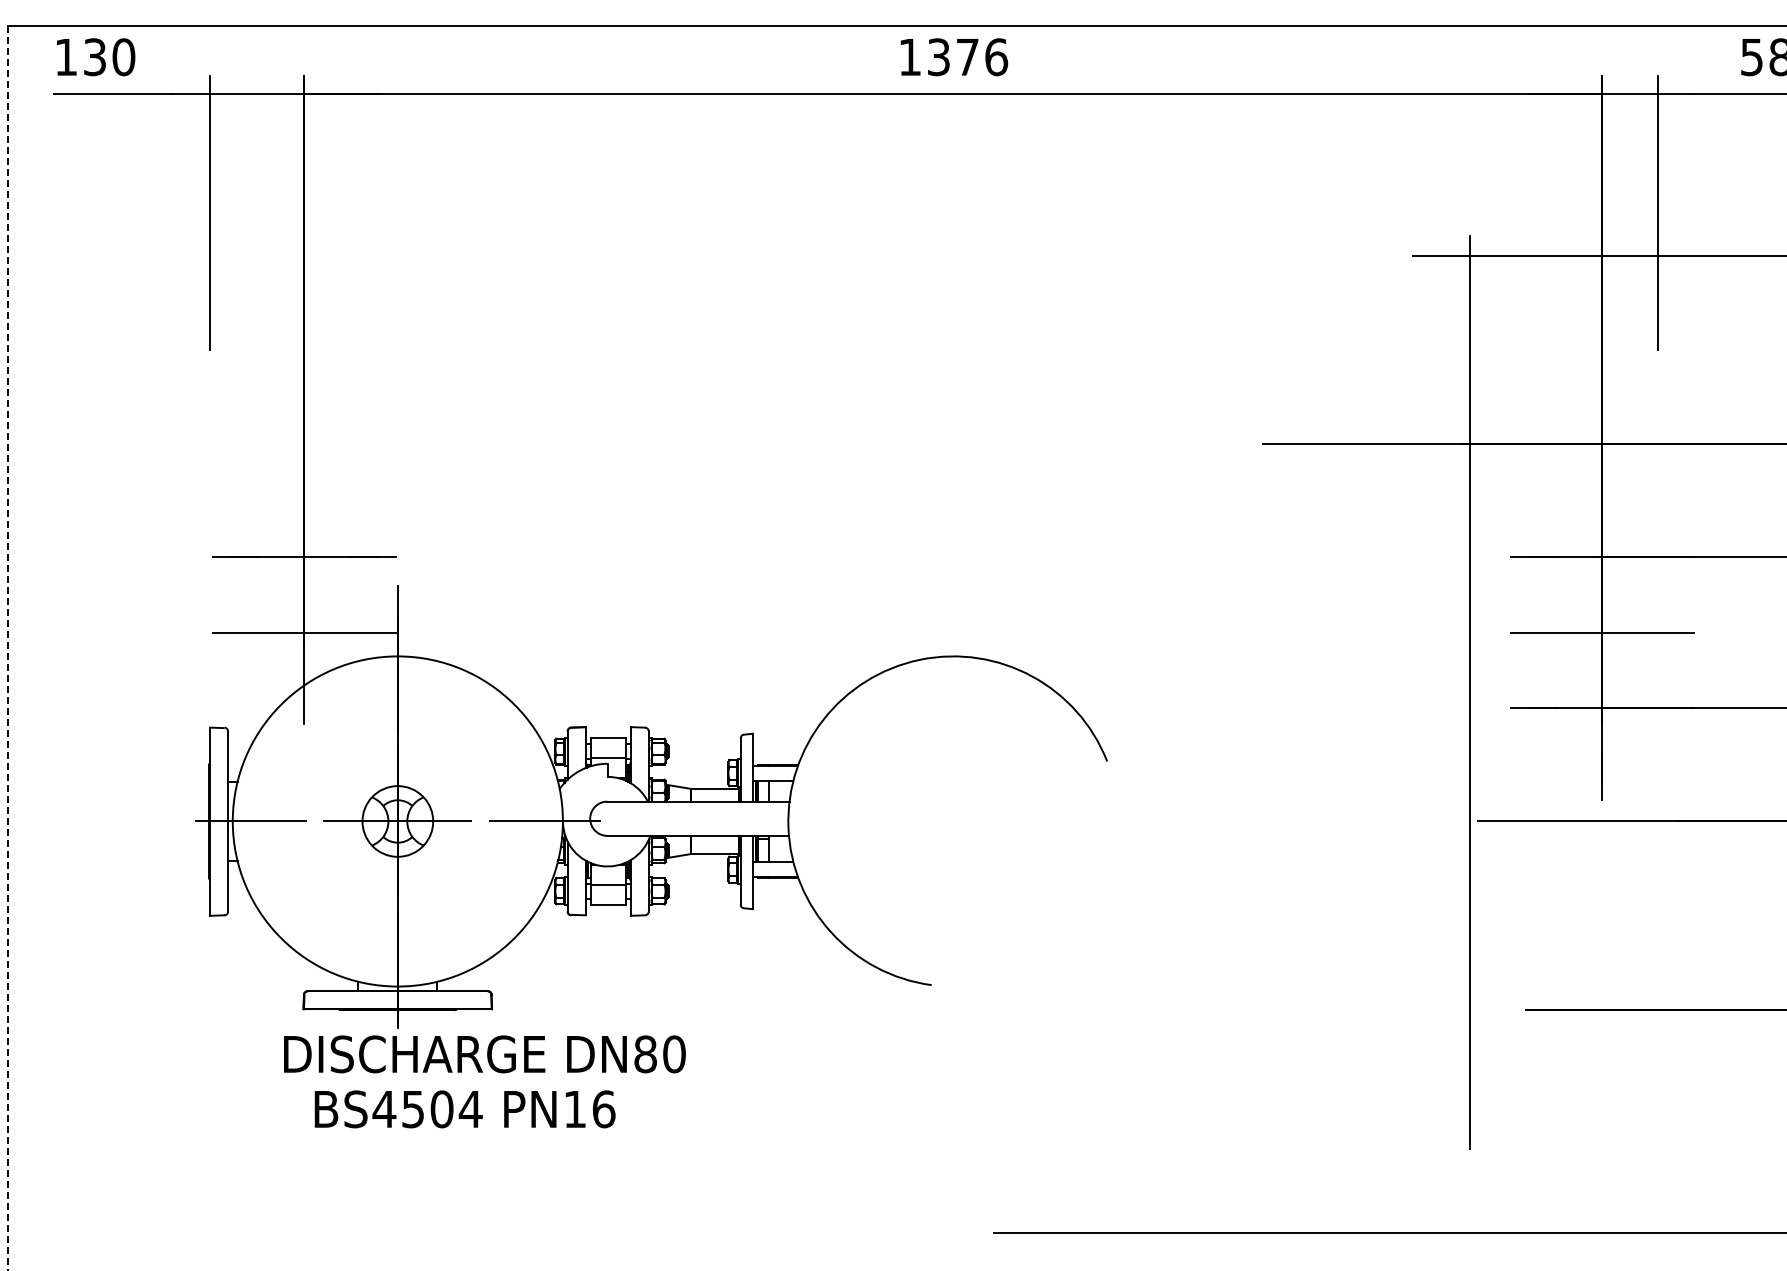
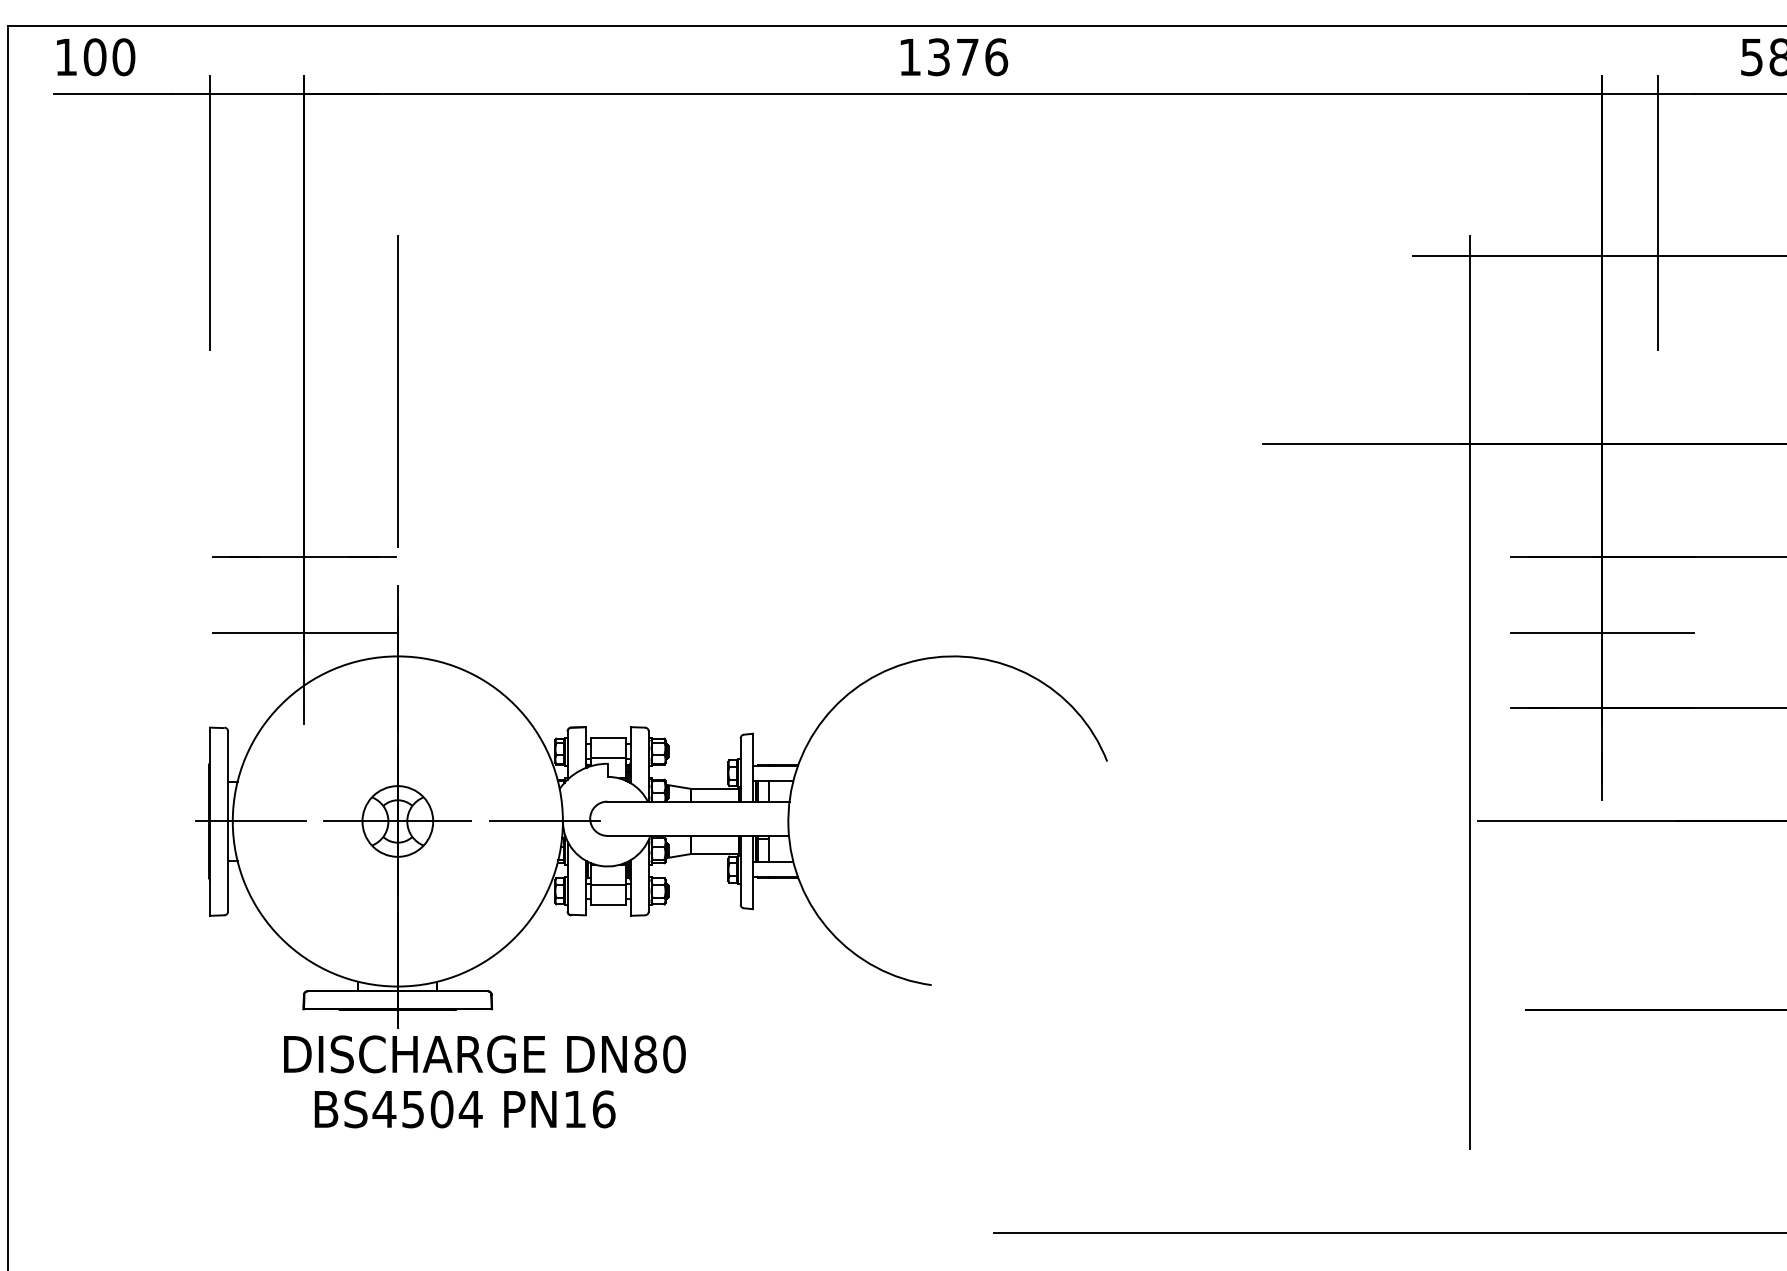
text at (94, 57): 130 -> 100
line at (397, 391): none -> present
line at (8, 648): dashed -> solid
